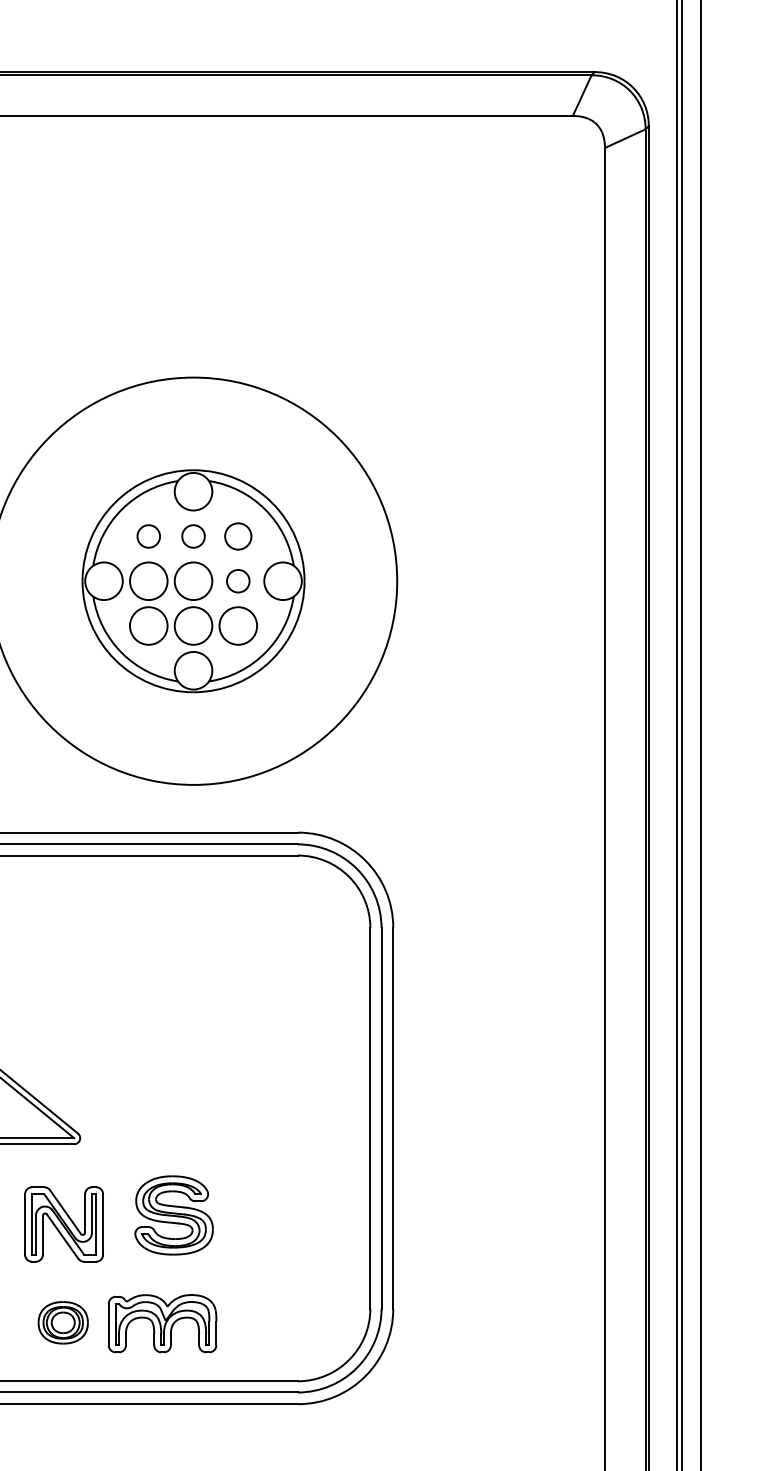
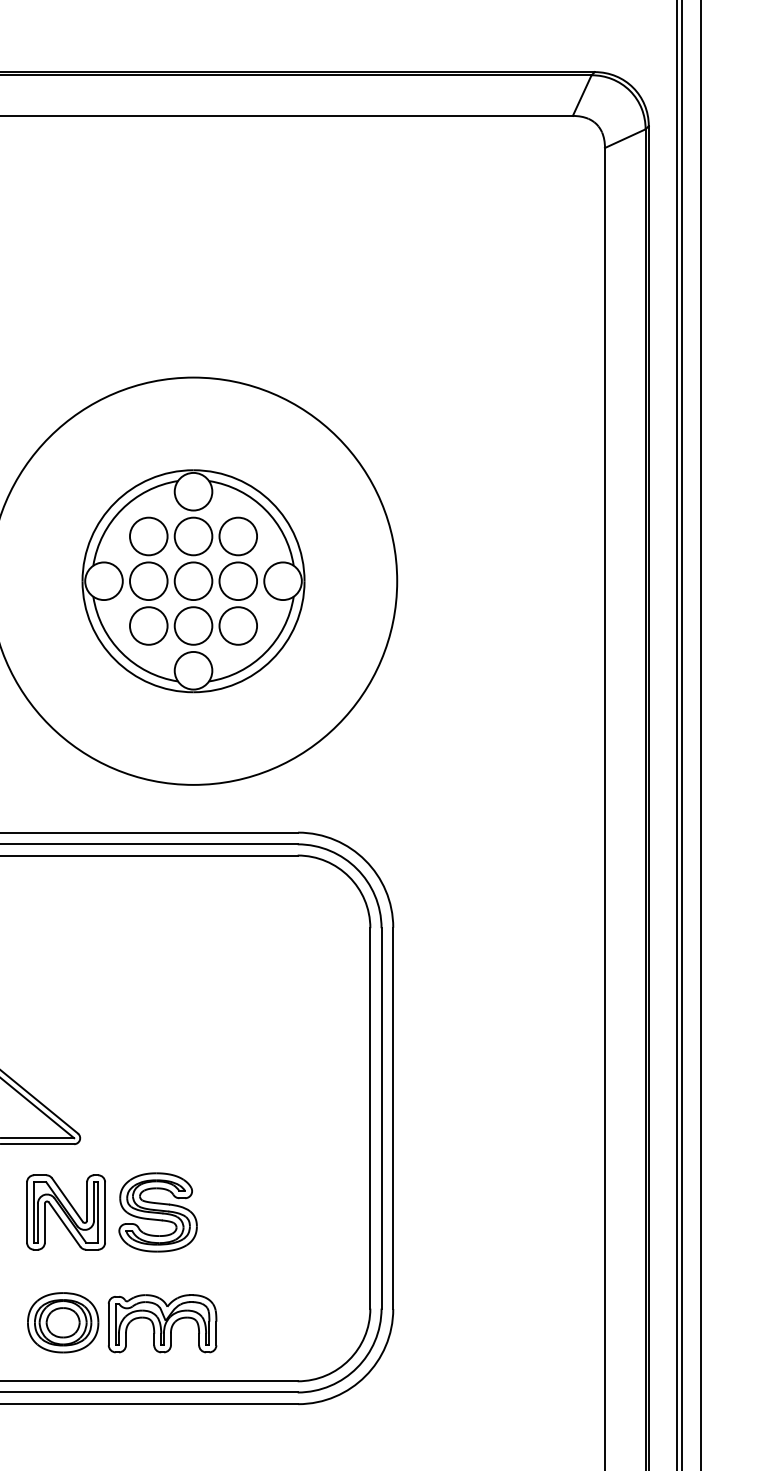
circle at (148, 536) diameter: 23 px -> 38 px
circle at (193, 536) diameter: 23 px -> 38 px
circle at (238, 536) diameter: 26 px -> 38 px
circle at (238, 580) diameter: 23 px -> 38 px
part at (173, 1215) position: (173, 1215) -> (157, 1212)
part at (63, 1224) position: (63, 1224) -> (65, 1212)
part at (62, 1322) size: 52x44 px -> 73x62 px
